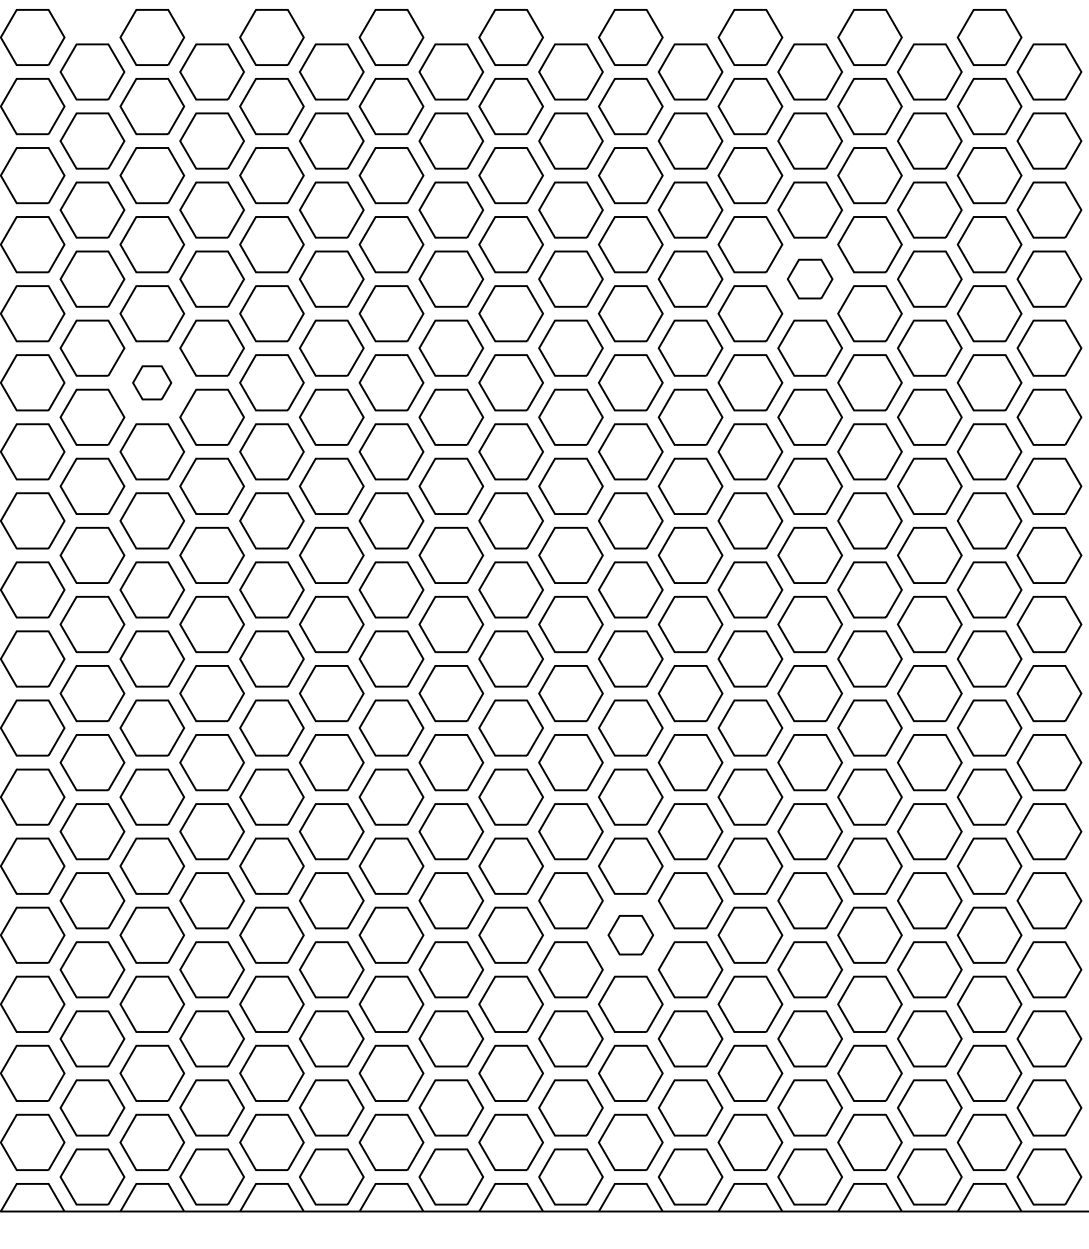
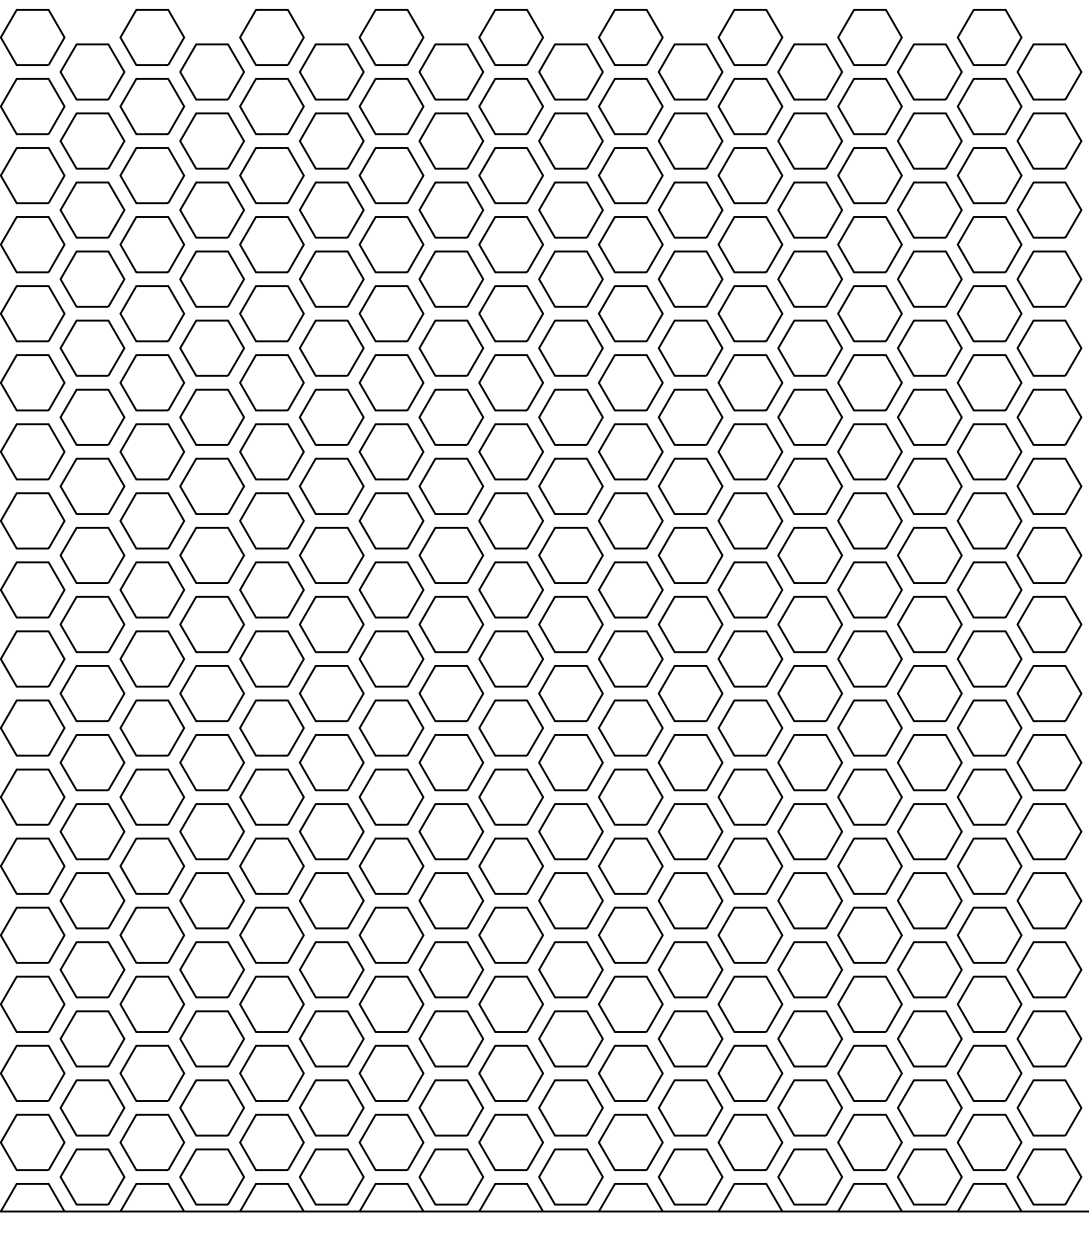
part at (809, 278) size: 48x42 px -> 66x58 px
part at (152, 382) size: 41x36 px -> 66x58 px
part at (630, 935) size: 48x41 px -> 66x58 px
